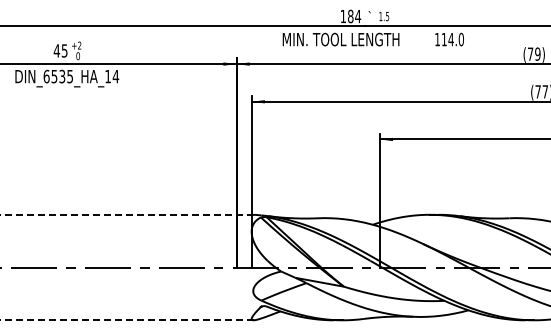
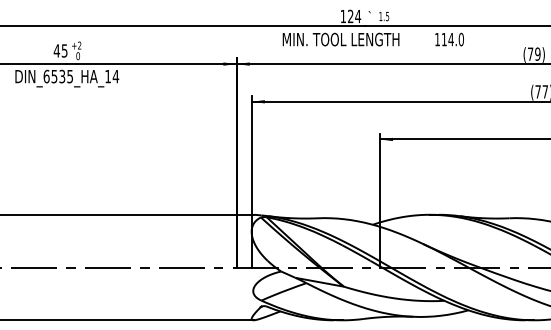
text at (350, 16): 184 -> 124
line at (126, 214): dashed -> solid
line at (126, 320): dashed -> solid
